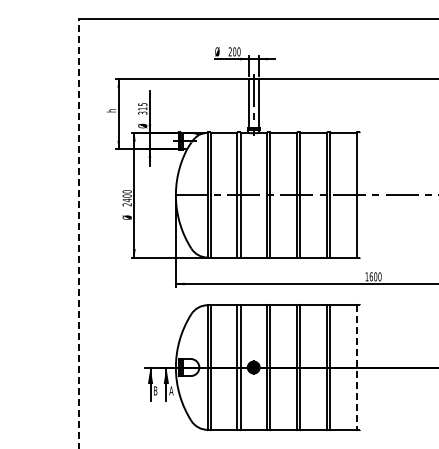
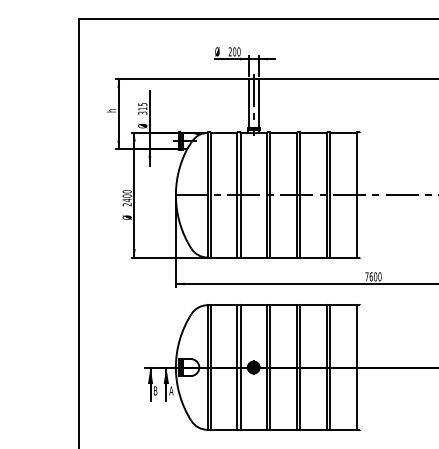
line at (79, 233): dashed -> solid
text at (366, 276): 1600 -> 7600
line at (356, 368): dashed -> solid
